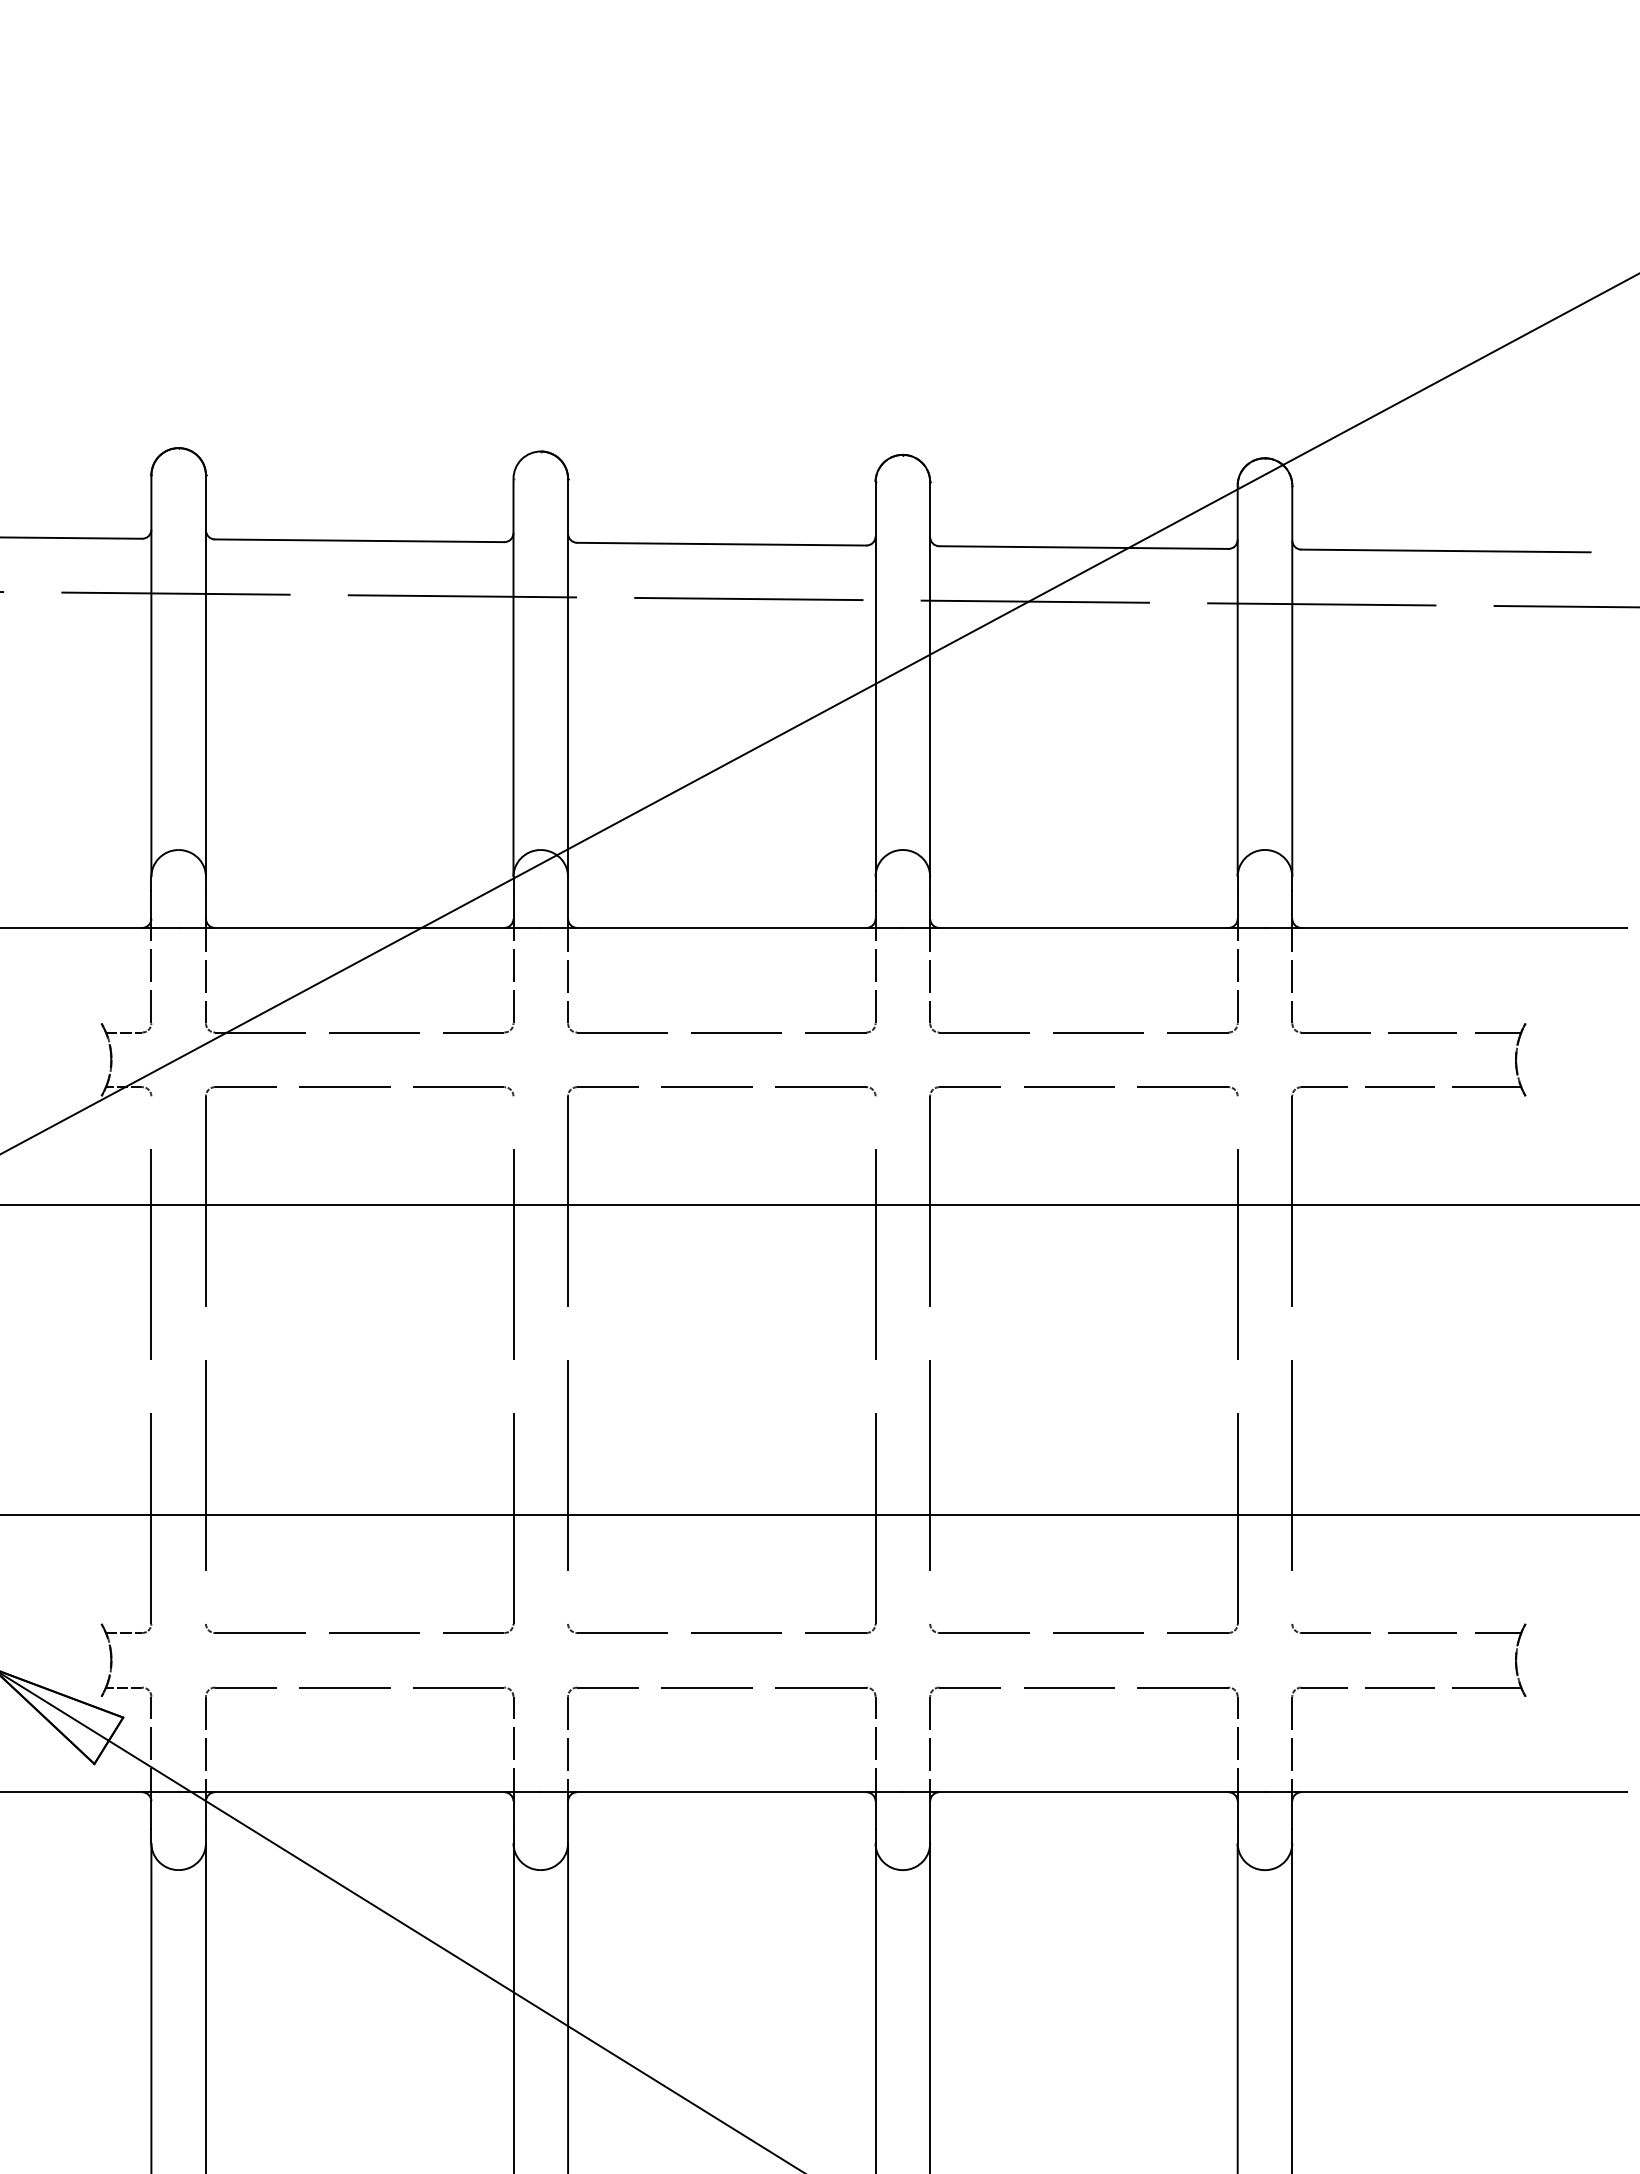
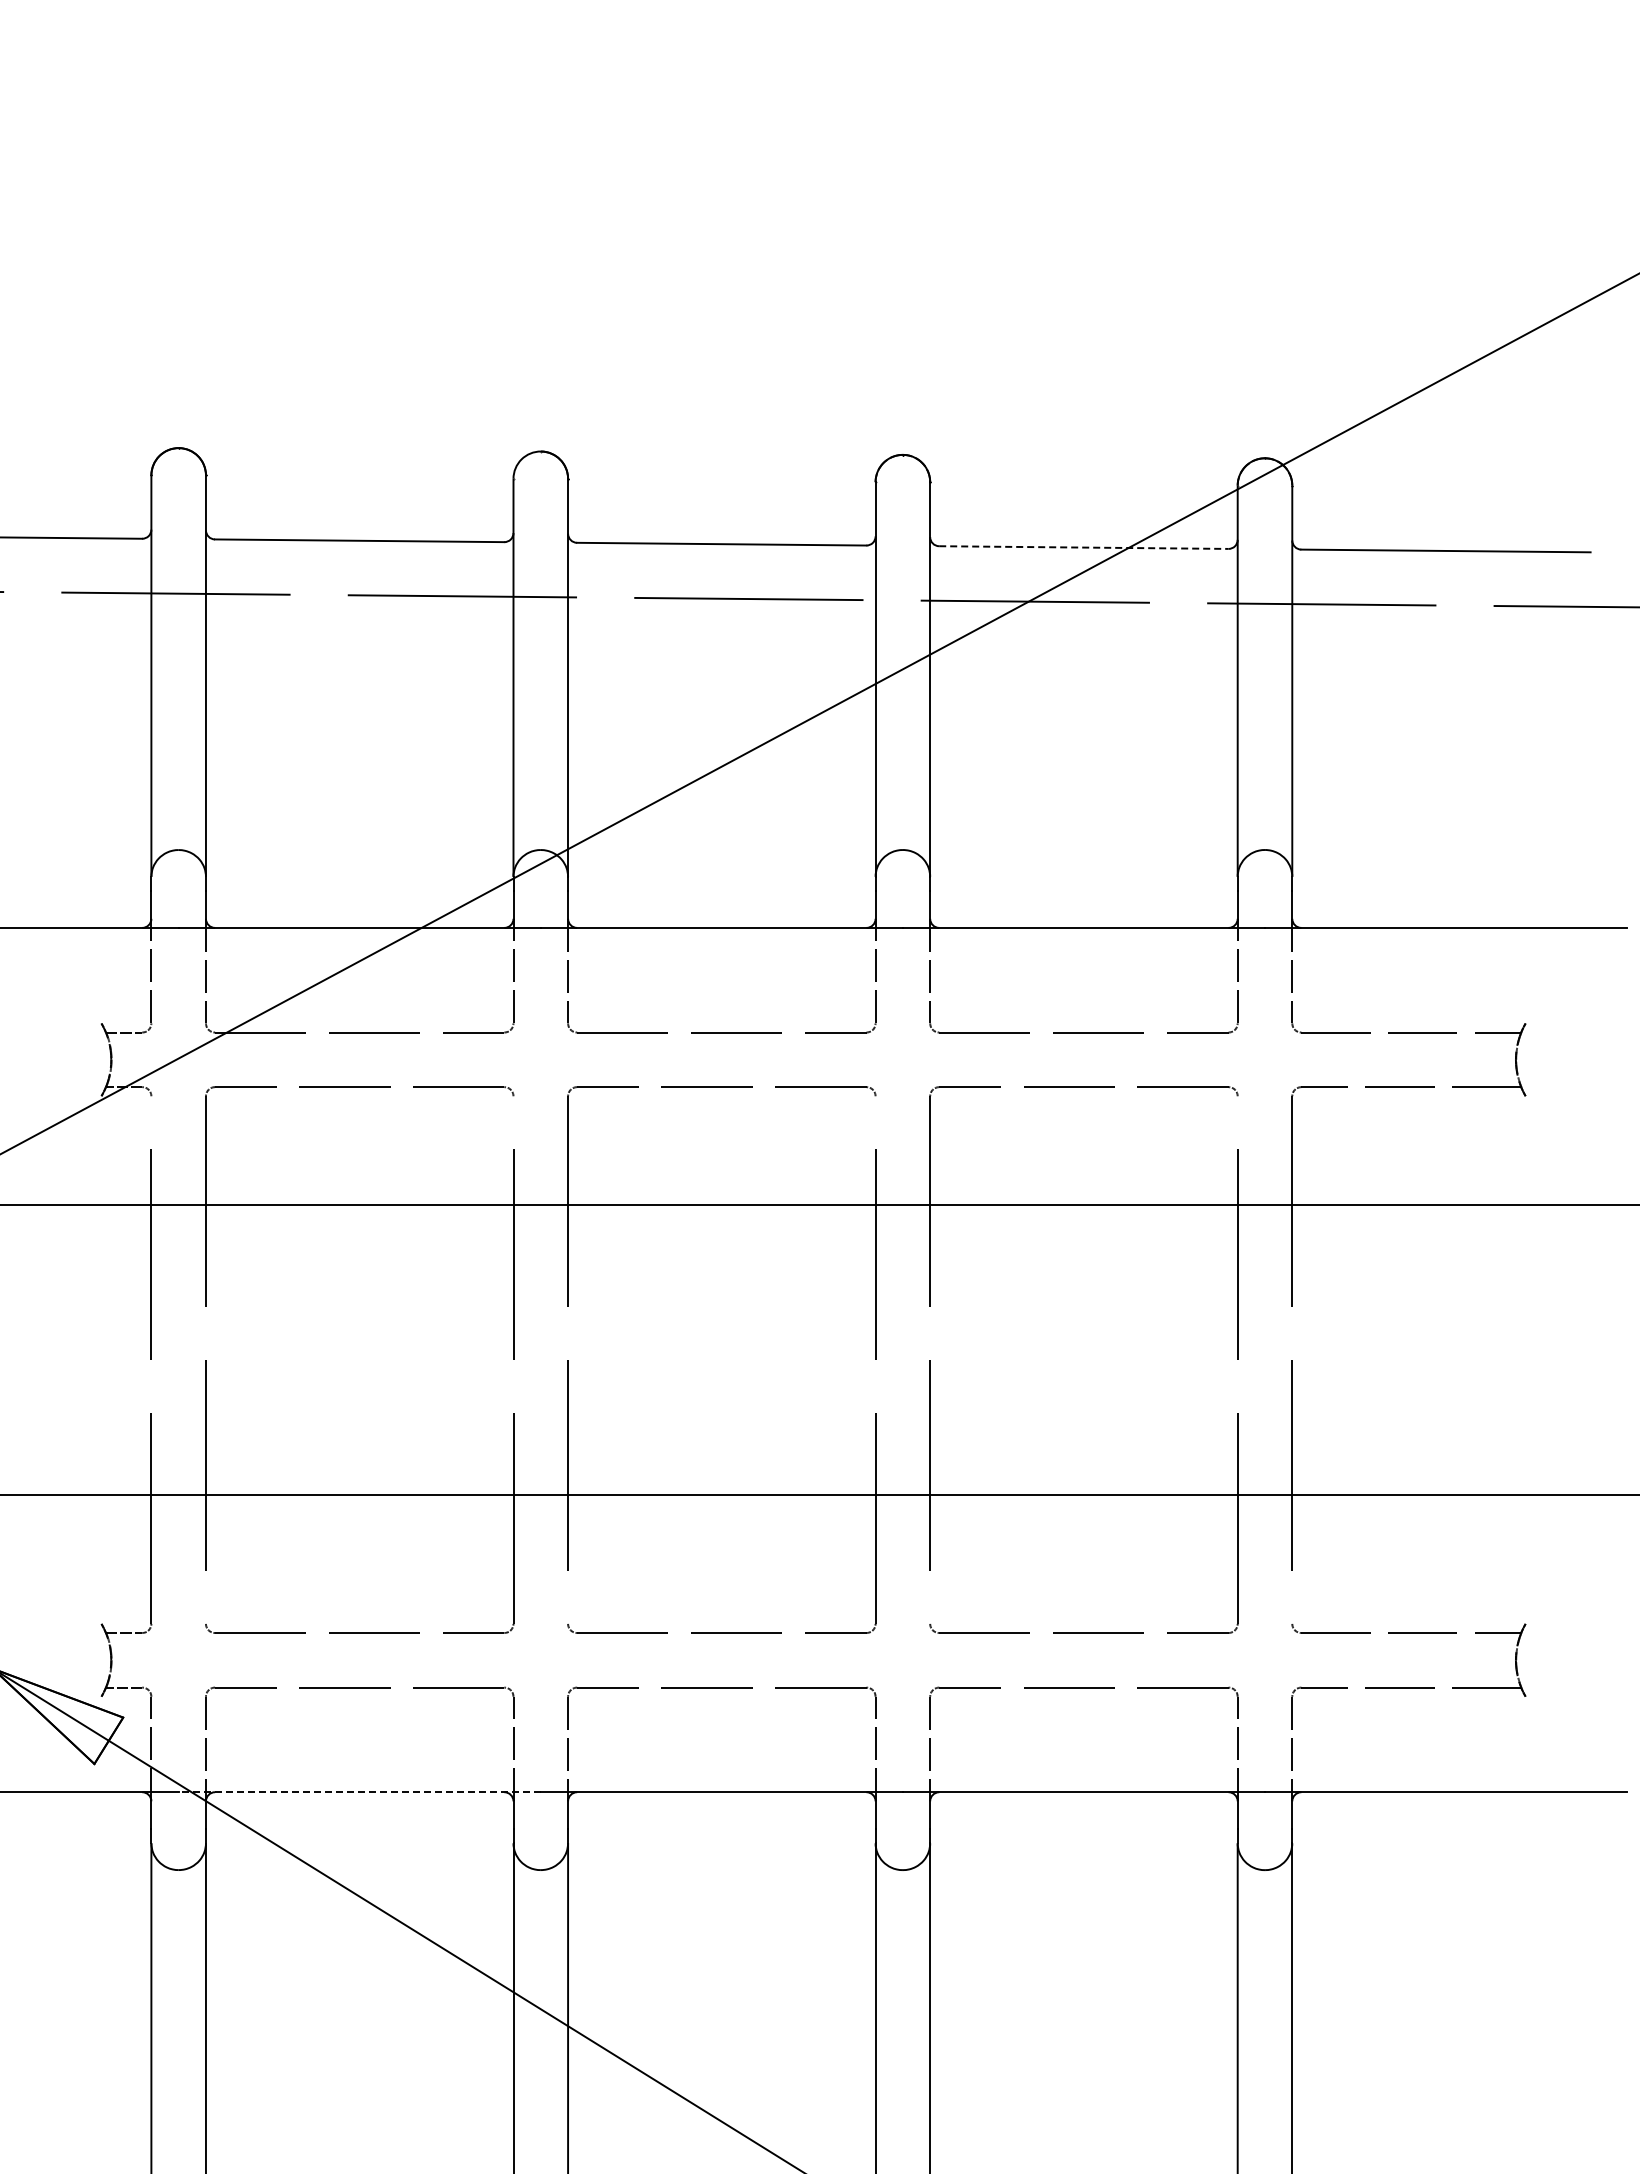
line at (1083, 547): solid -> dashed
line at (819, 1514) position: (819, 1514) -> (819, 1494)
line at (359, 1792): solid -> dashed
